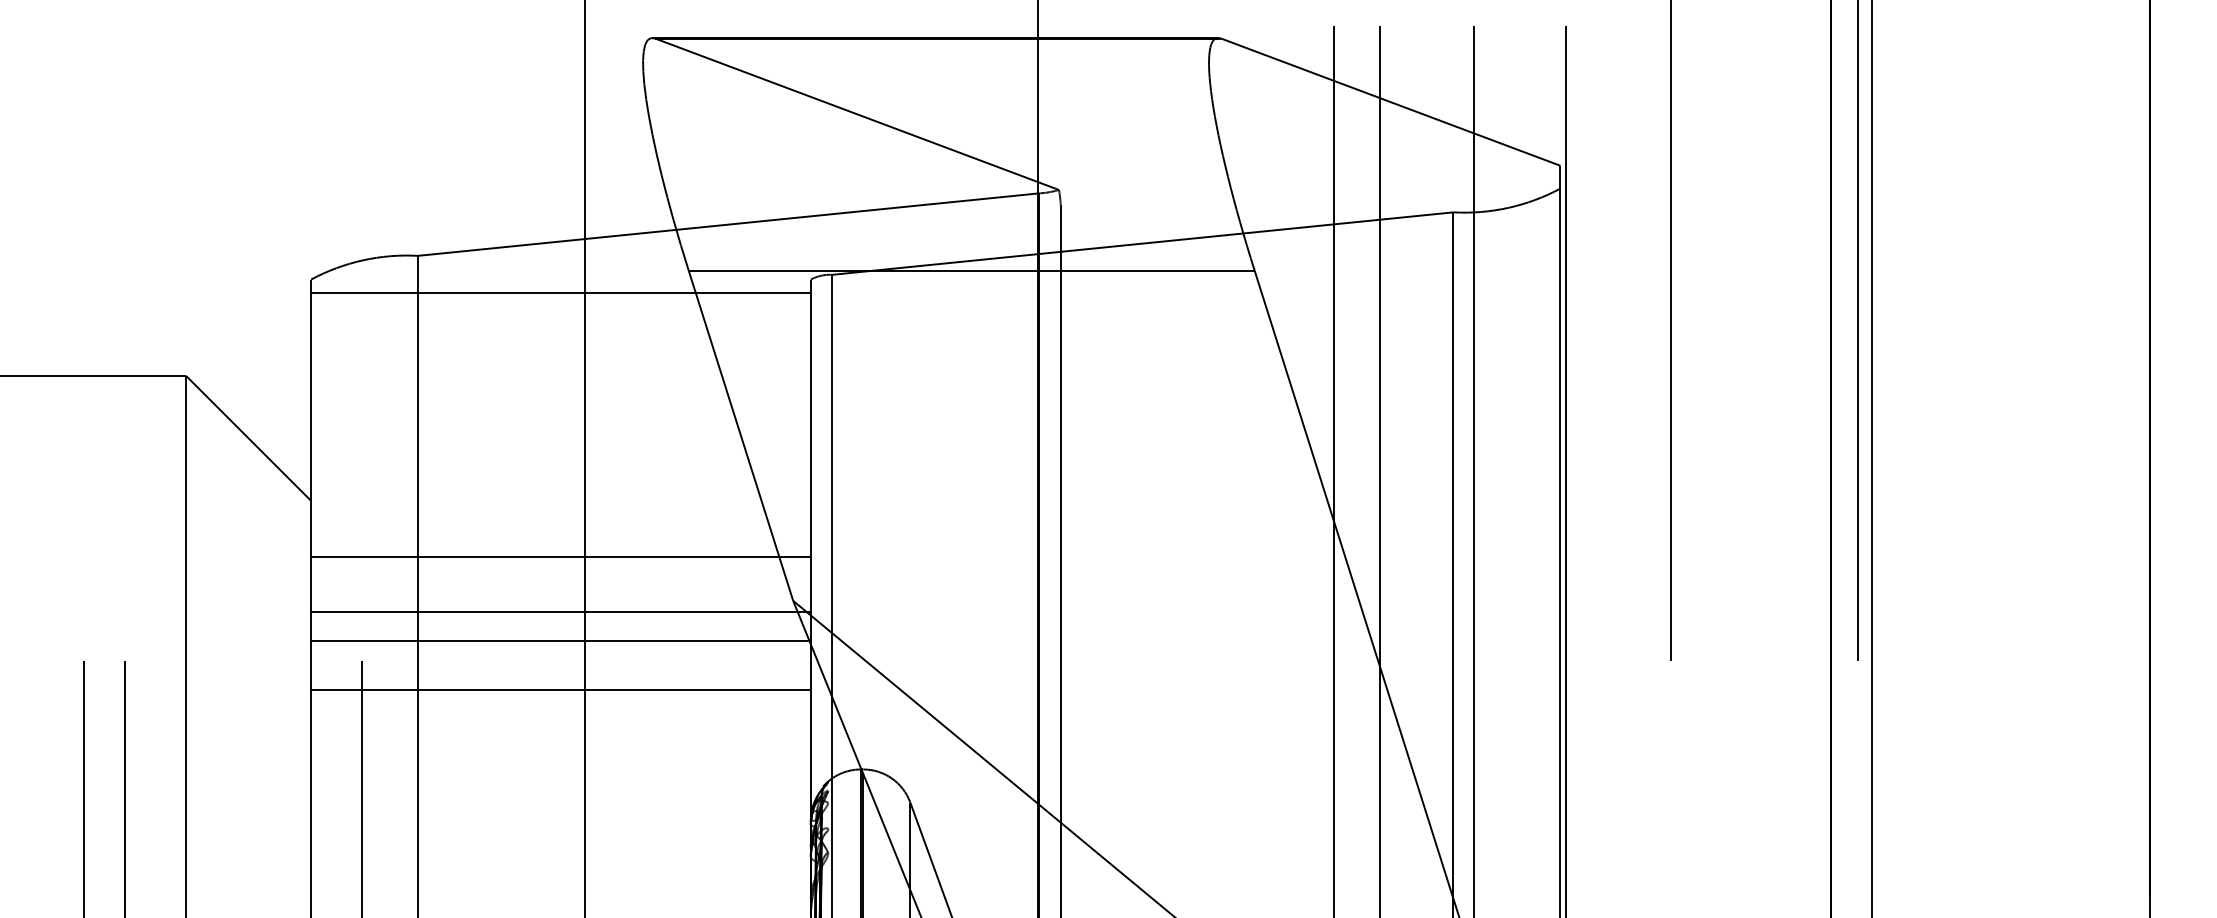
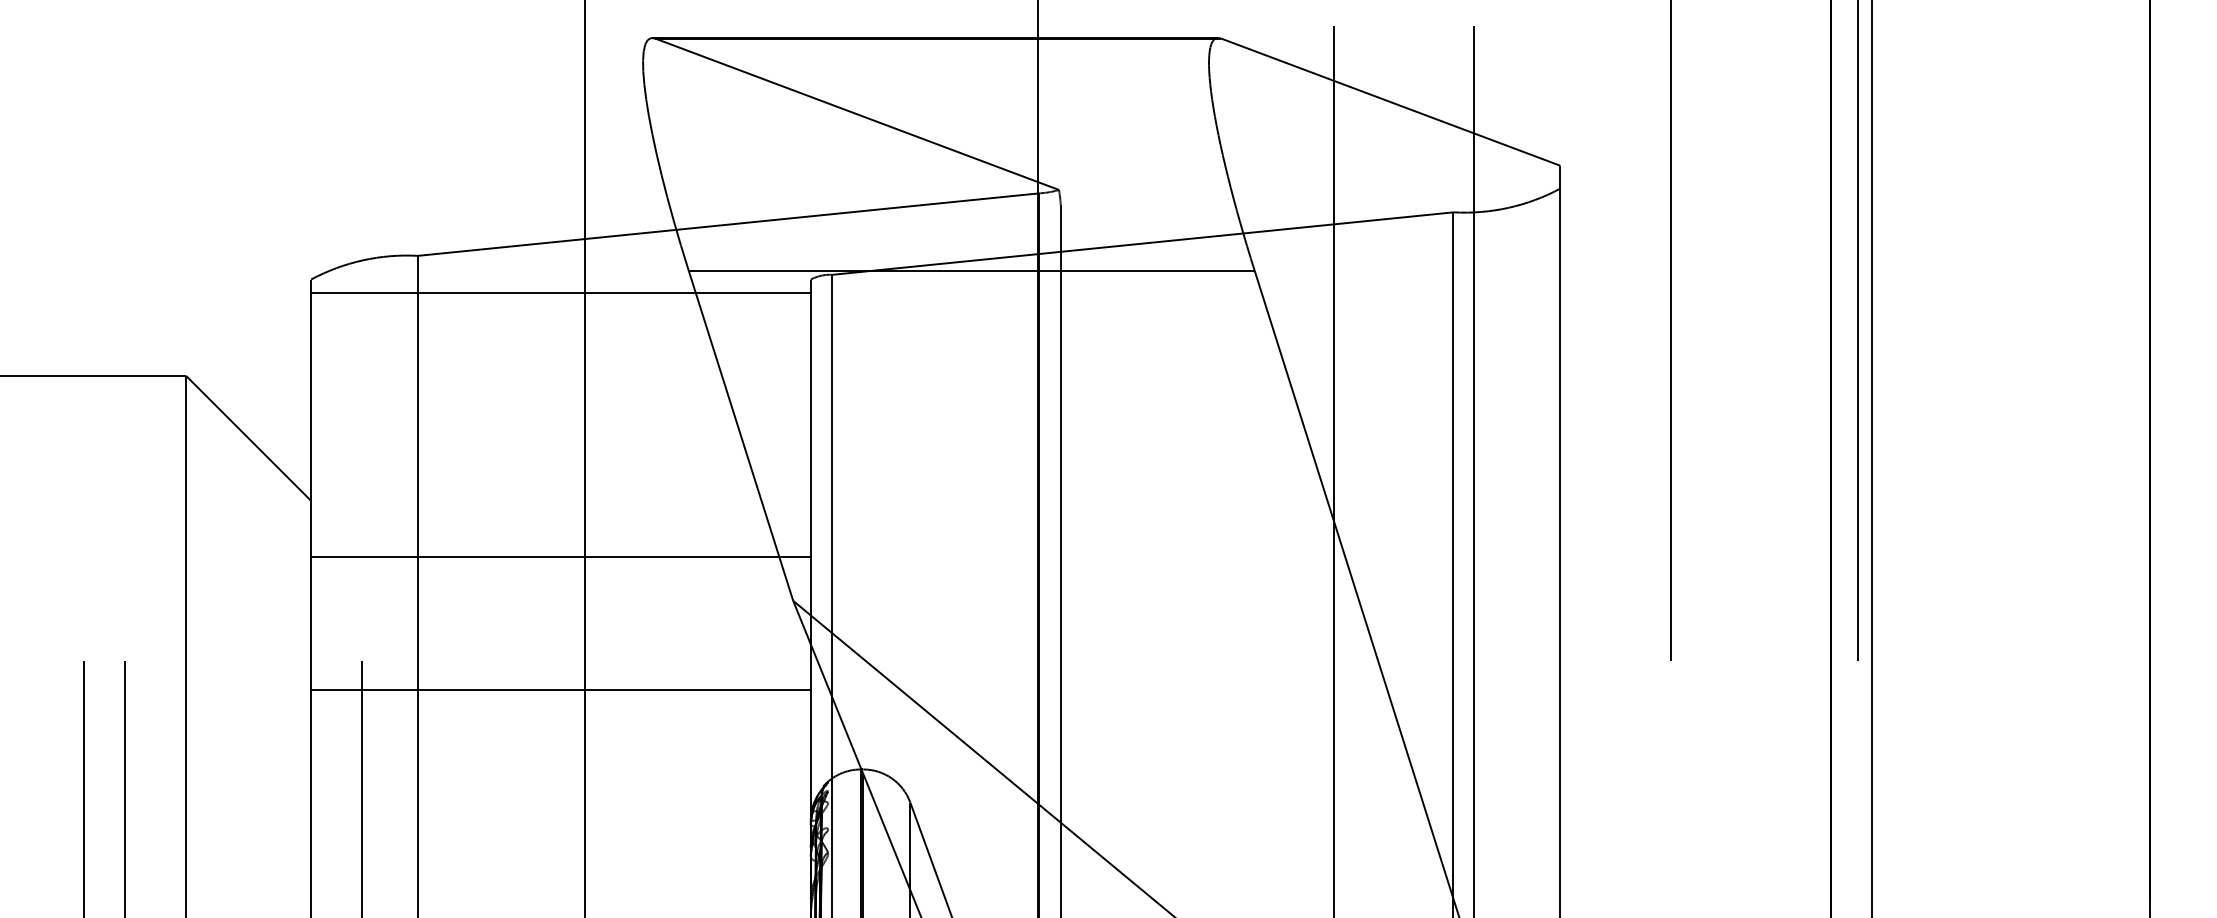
line at (1379, 470): present -> none
line at (1566, 470): present -> none
line at (560, 612): present -> none
line at (560, 640): present -> none
